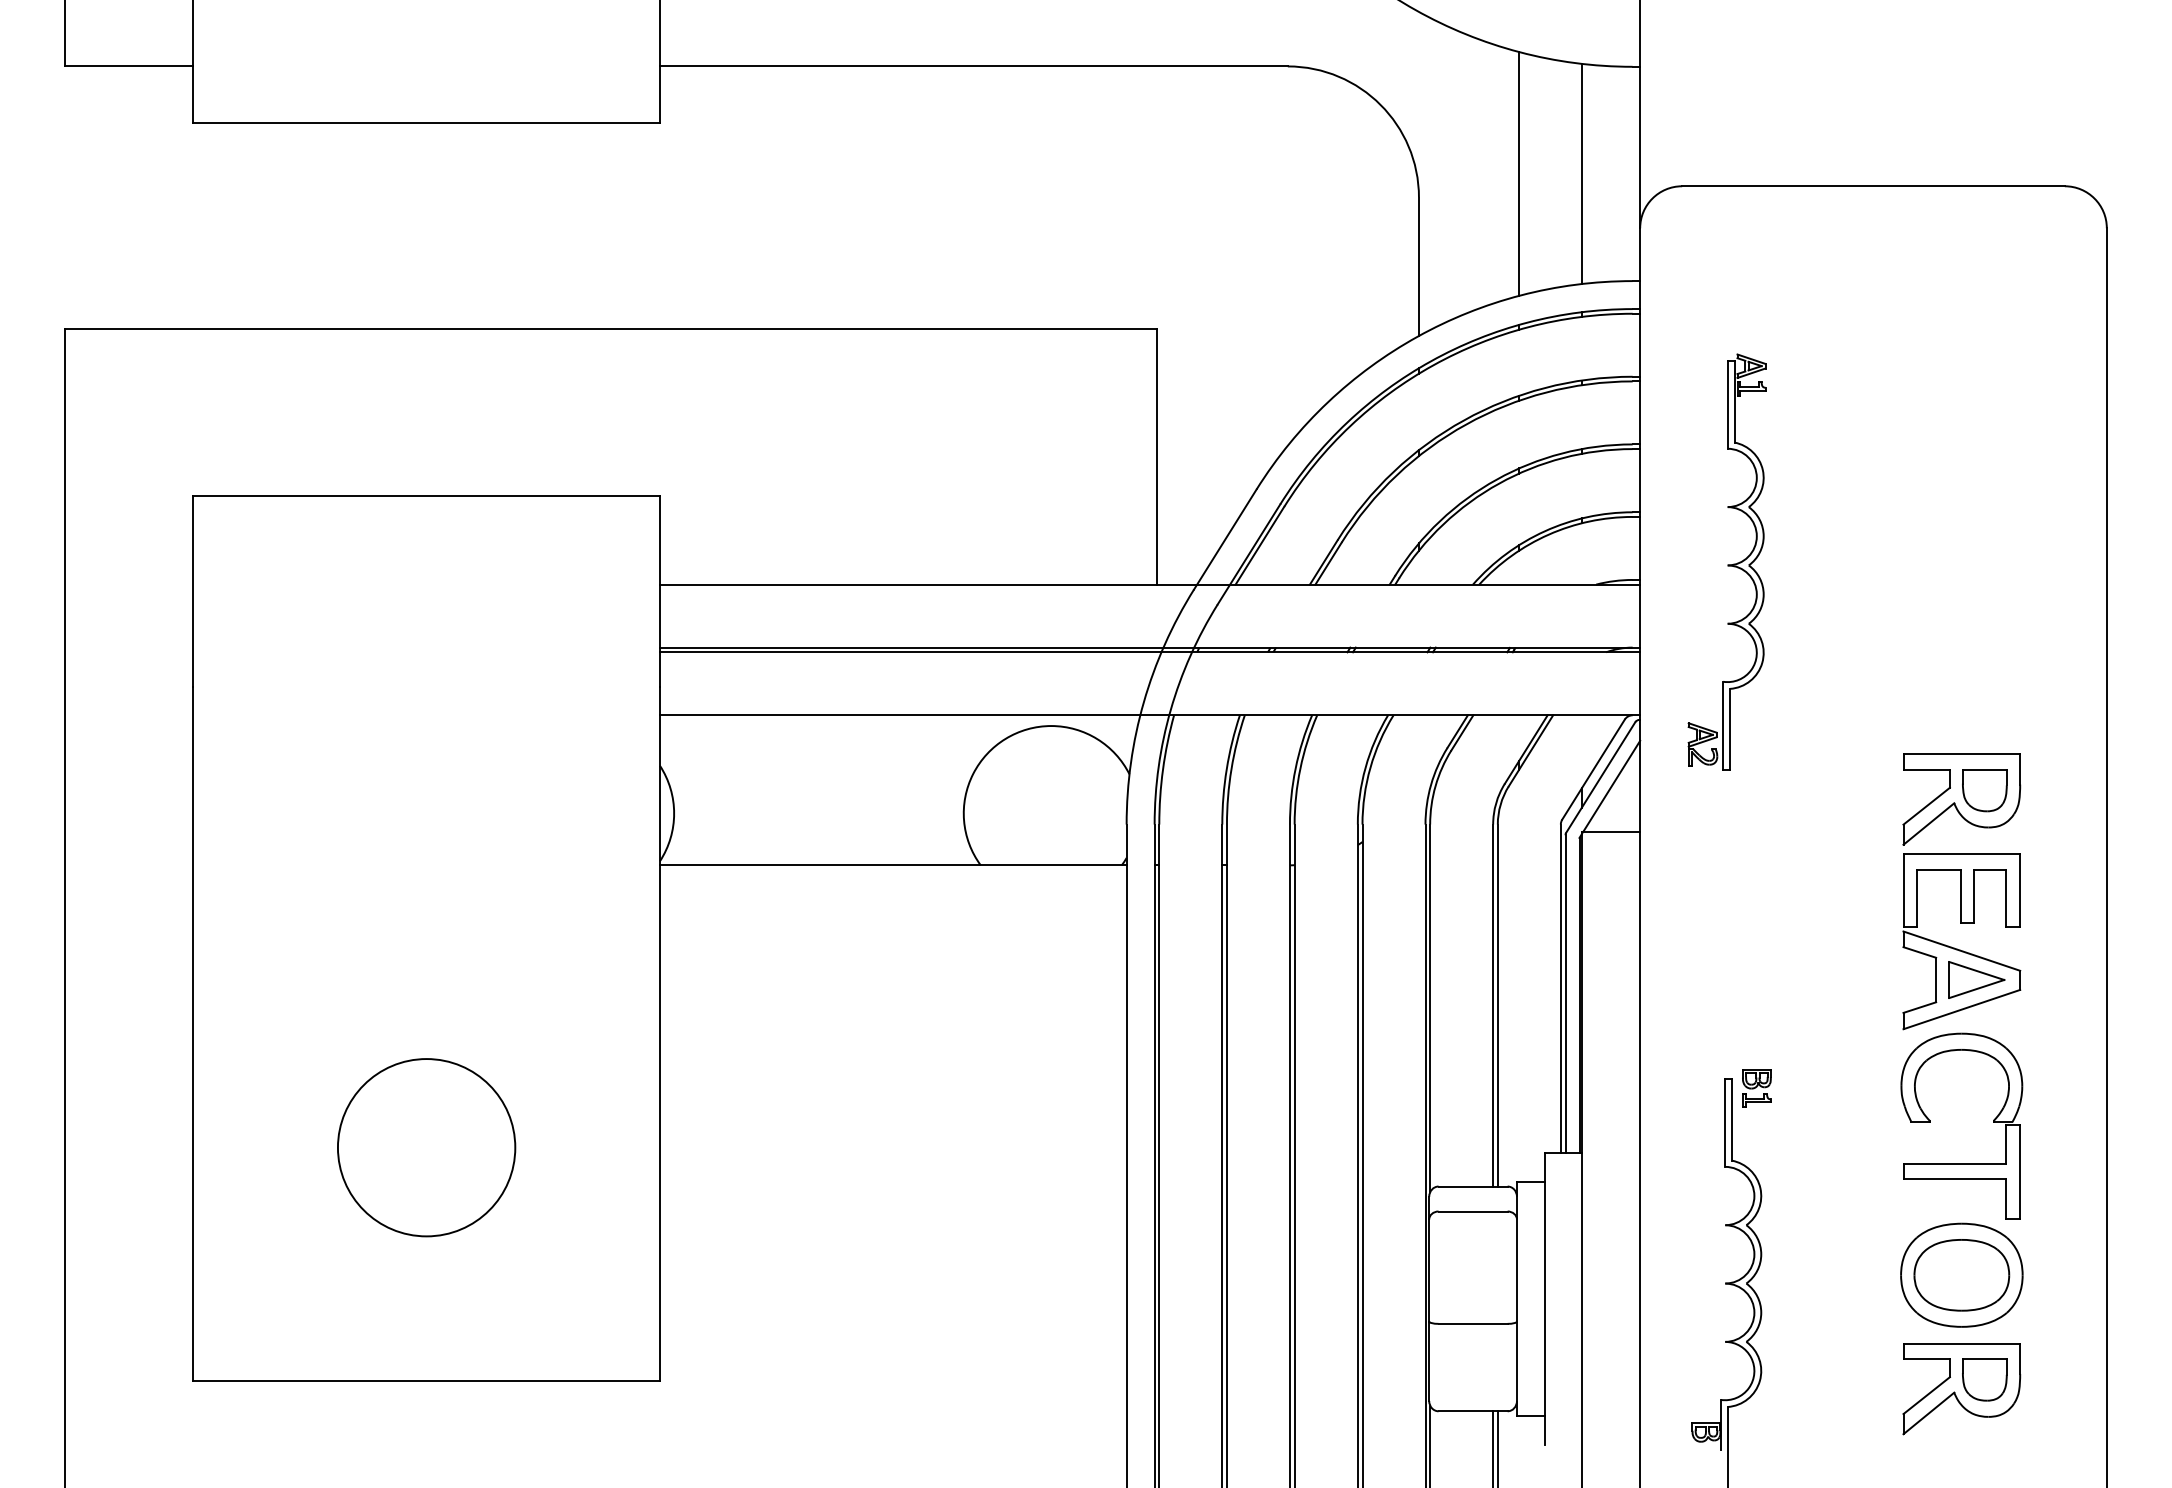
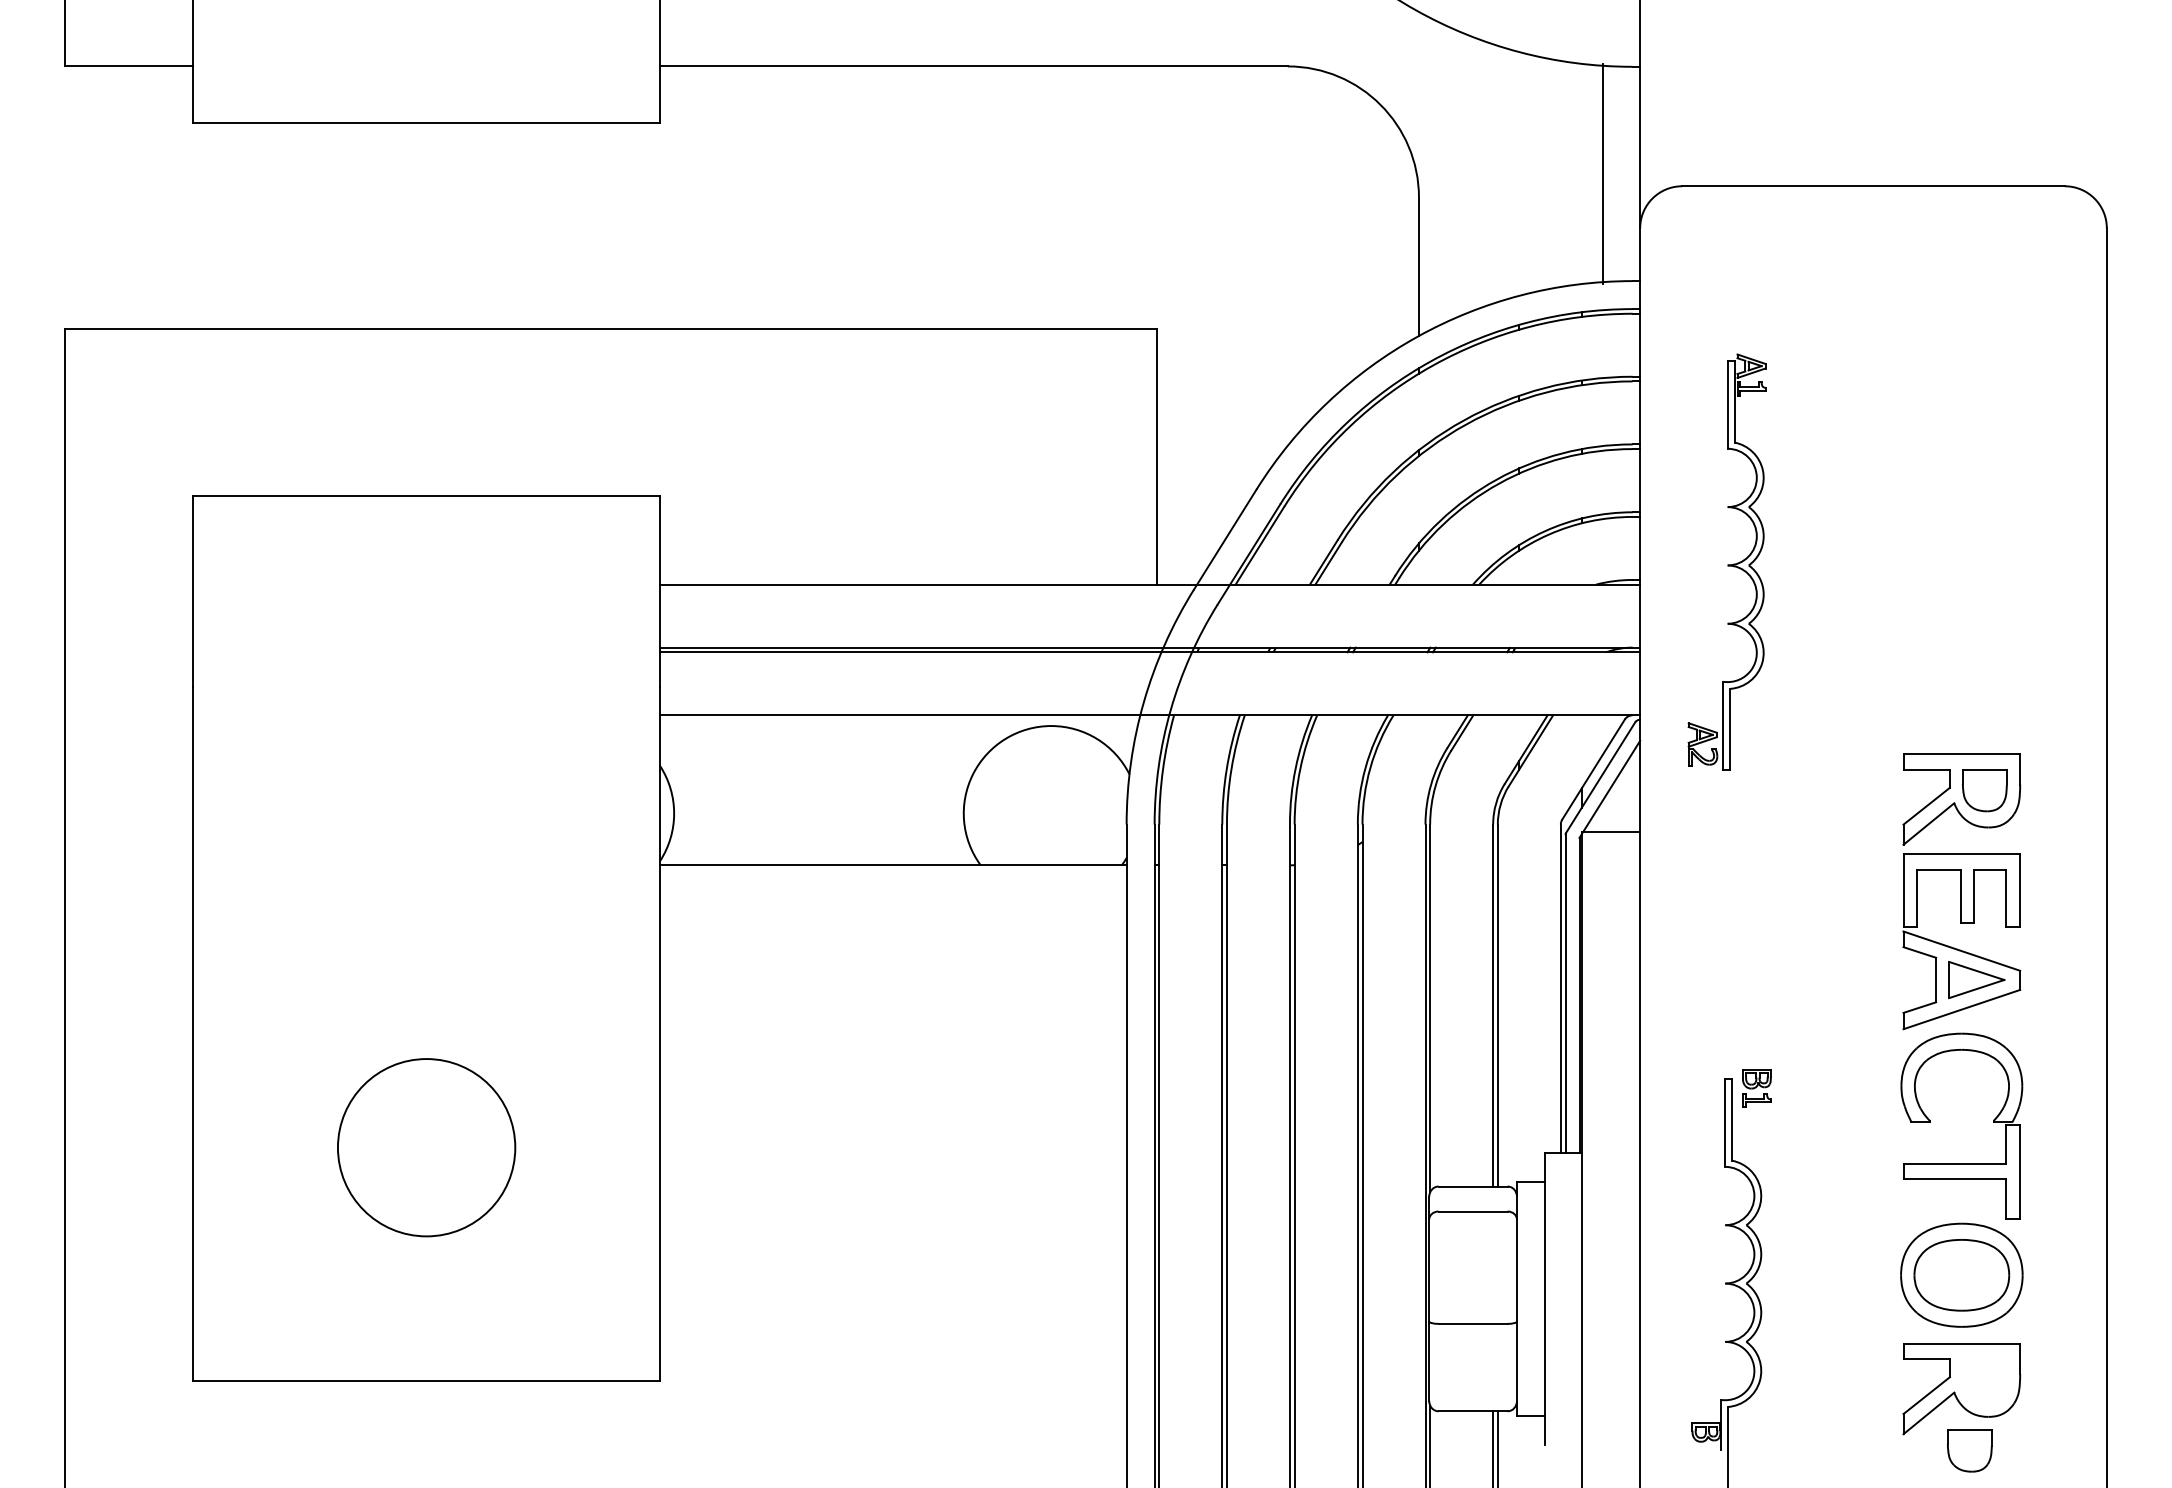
line at (1519, 173): present -> none
line at (1581, 173) position: (1581, 173) -> (1602, 173)
part at (1984, 1379) position: (1984, 1379) -> (1969, 1450)
